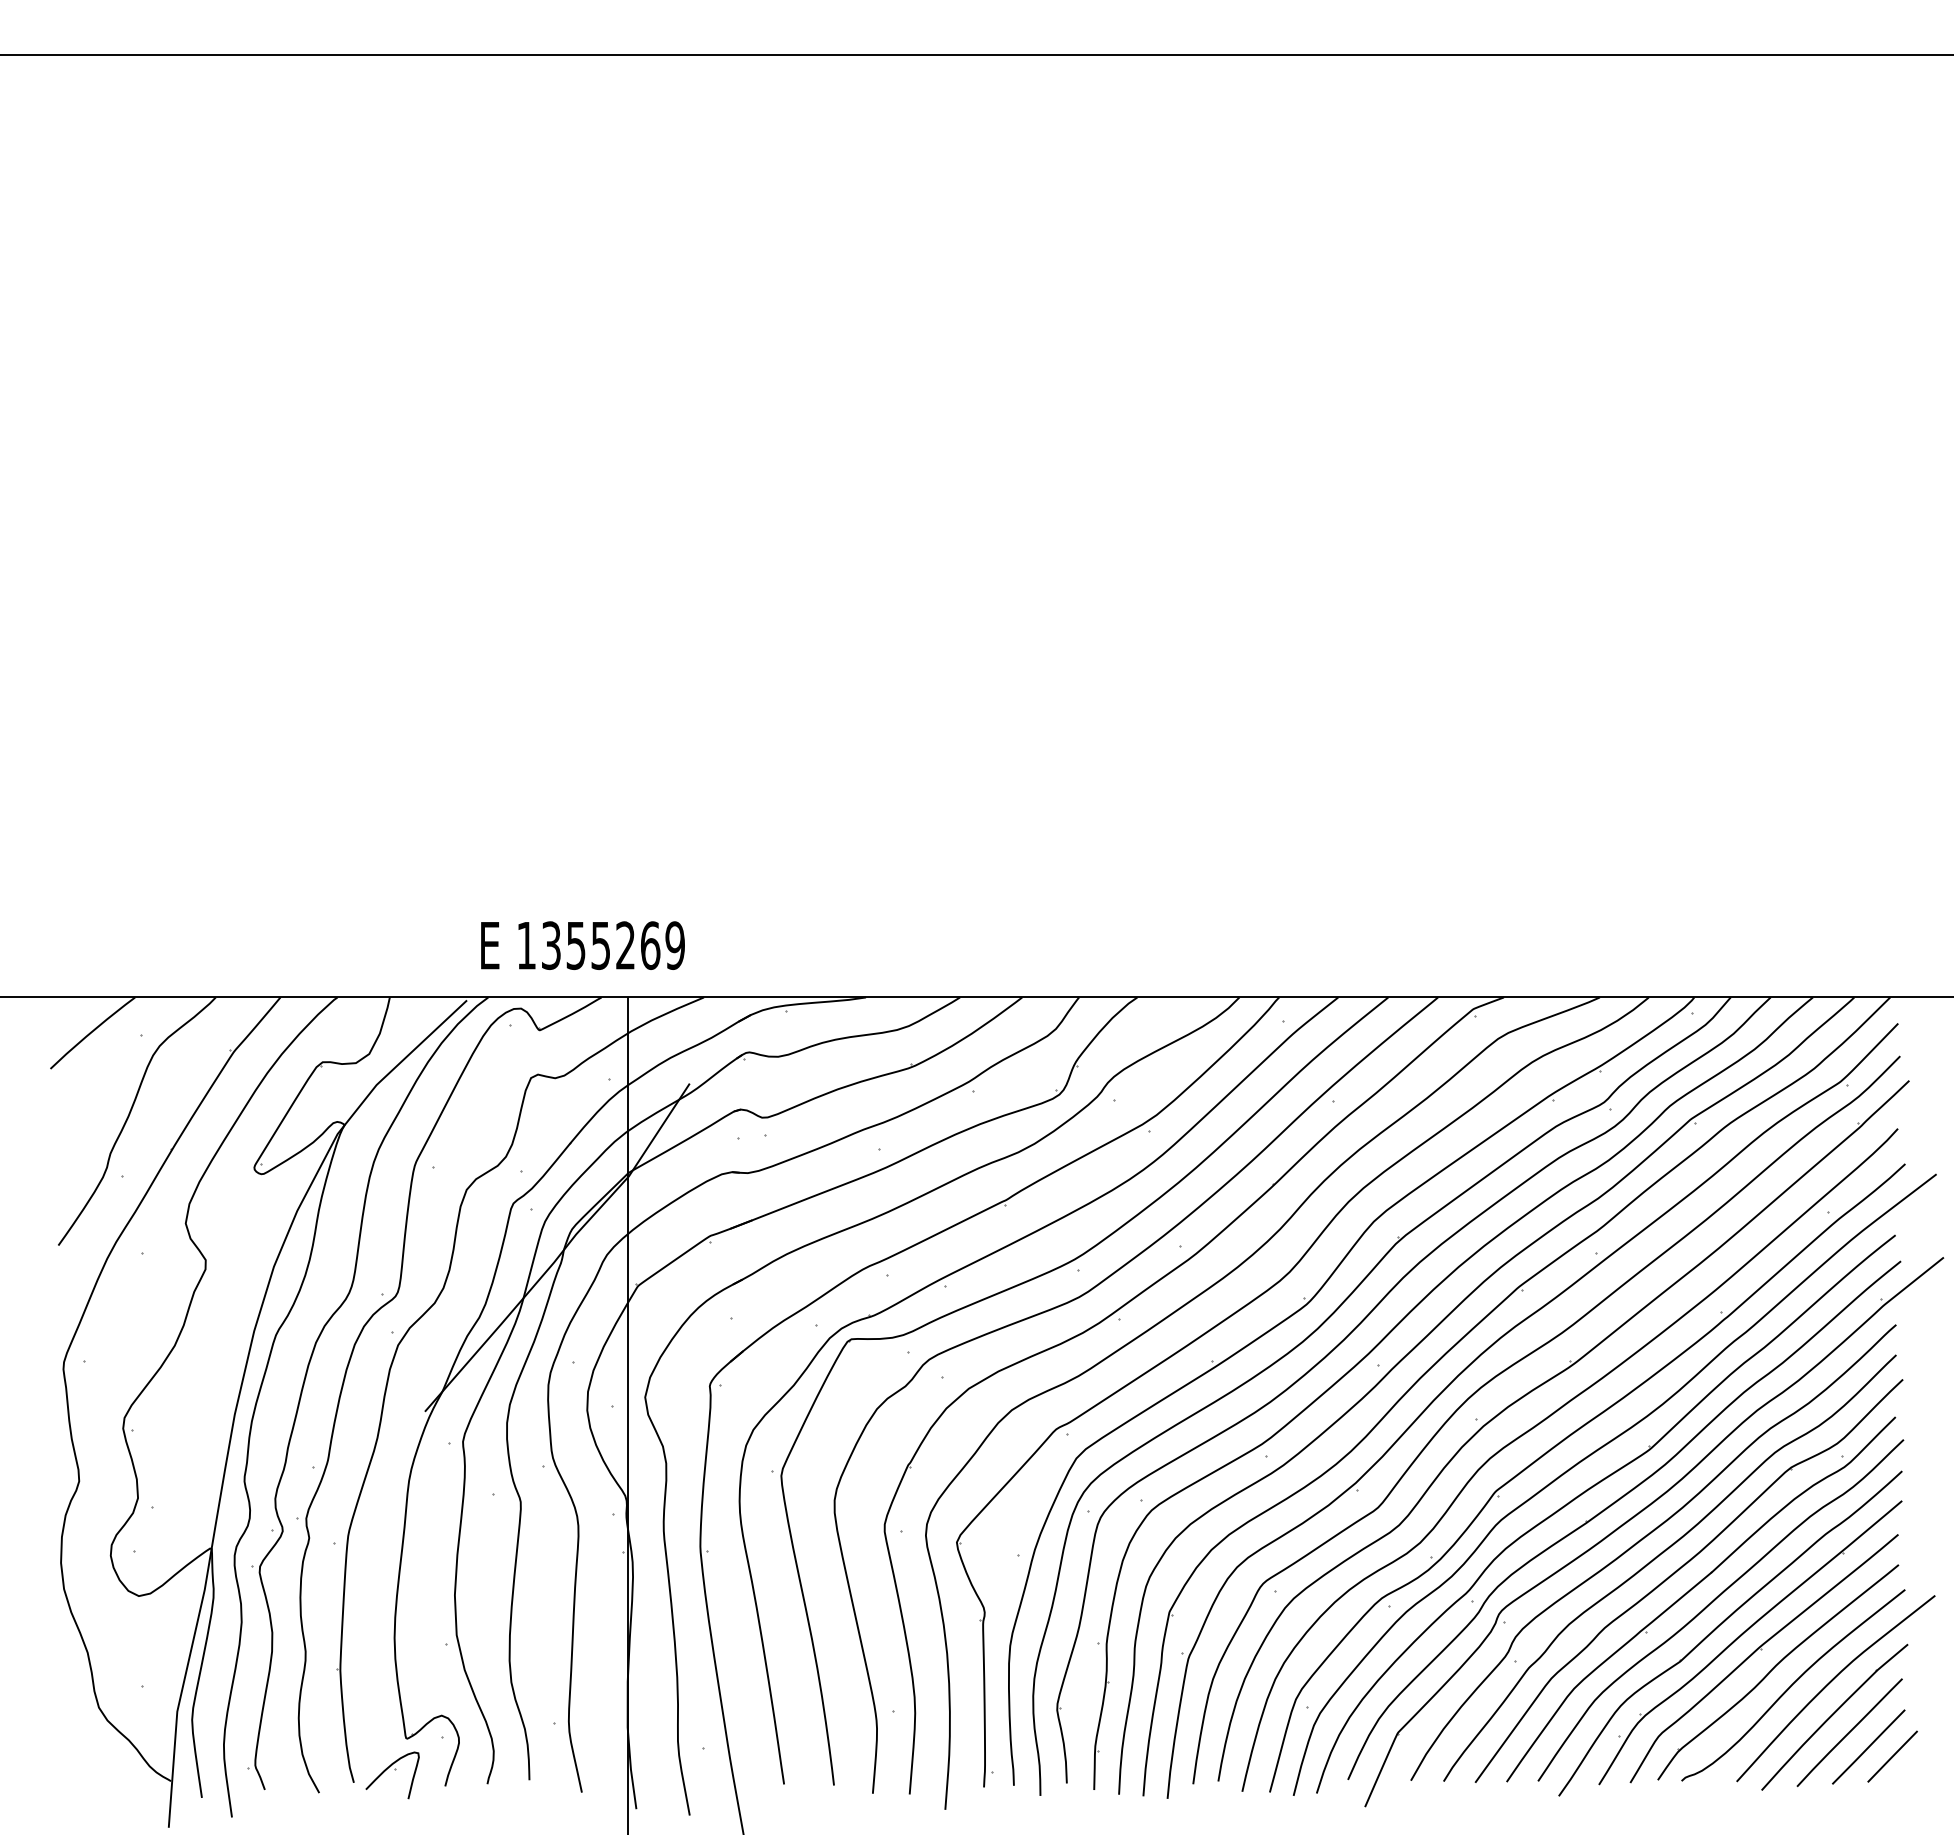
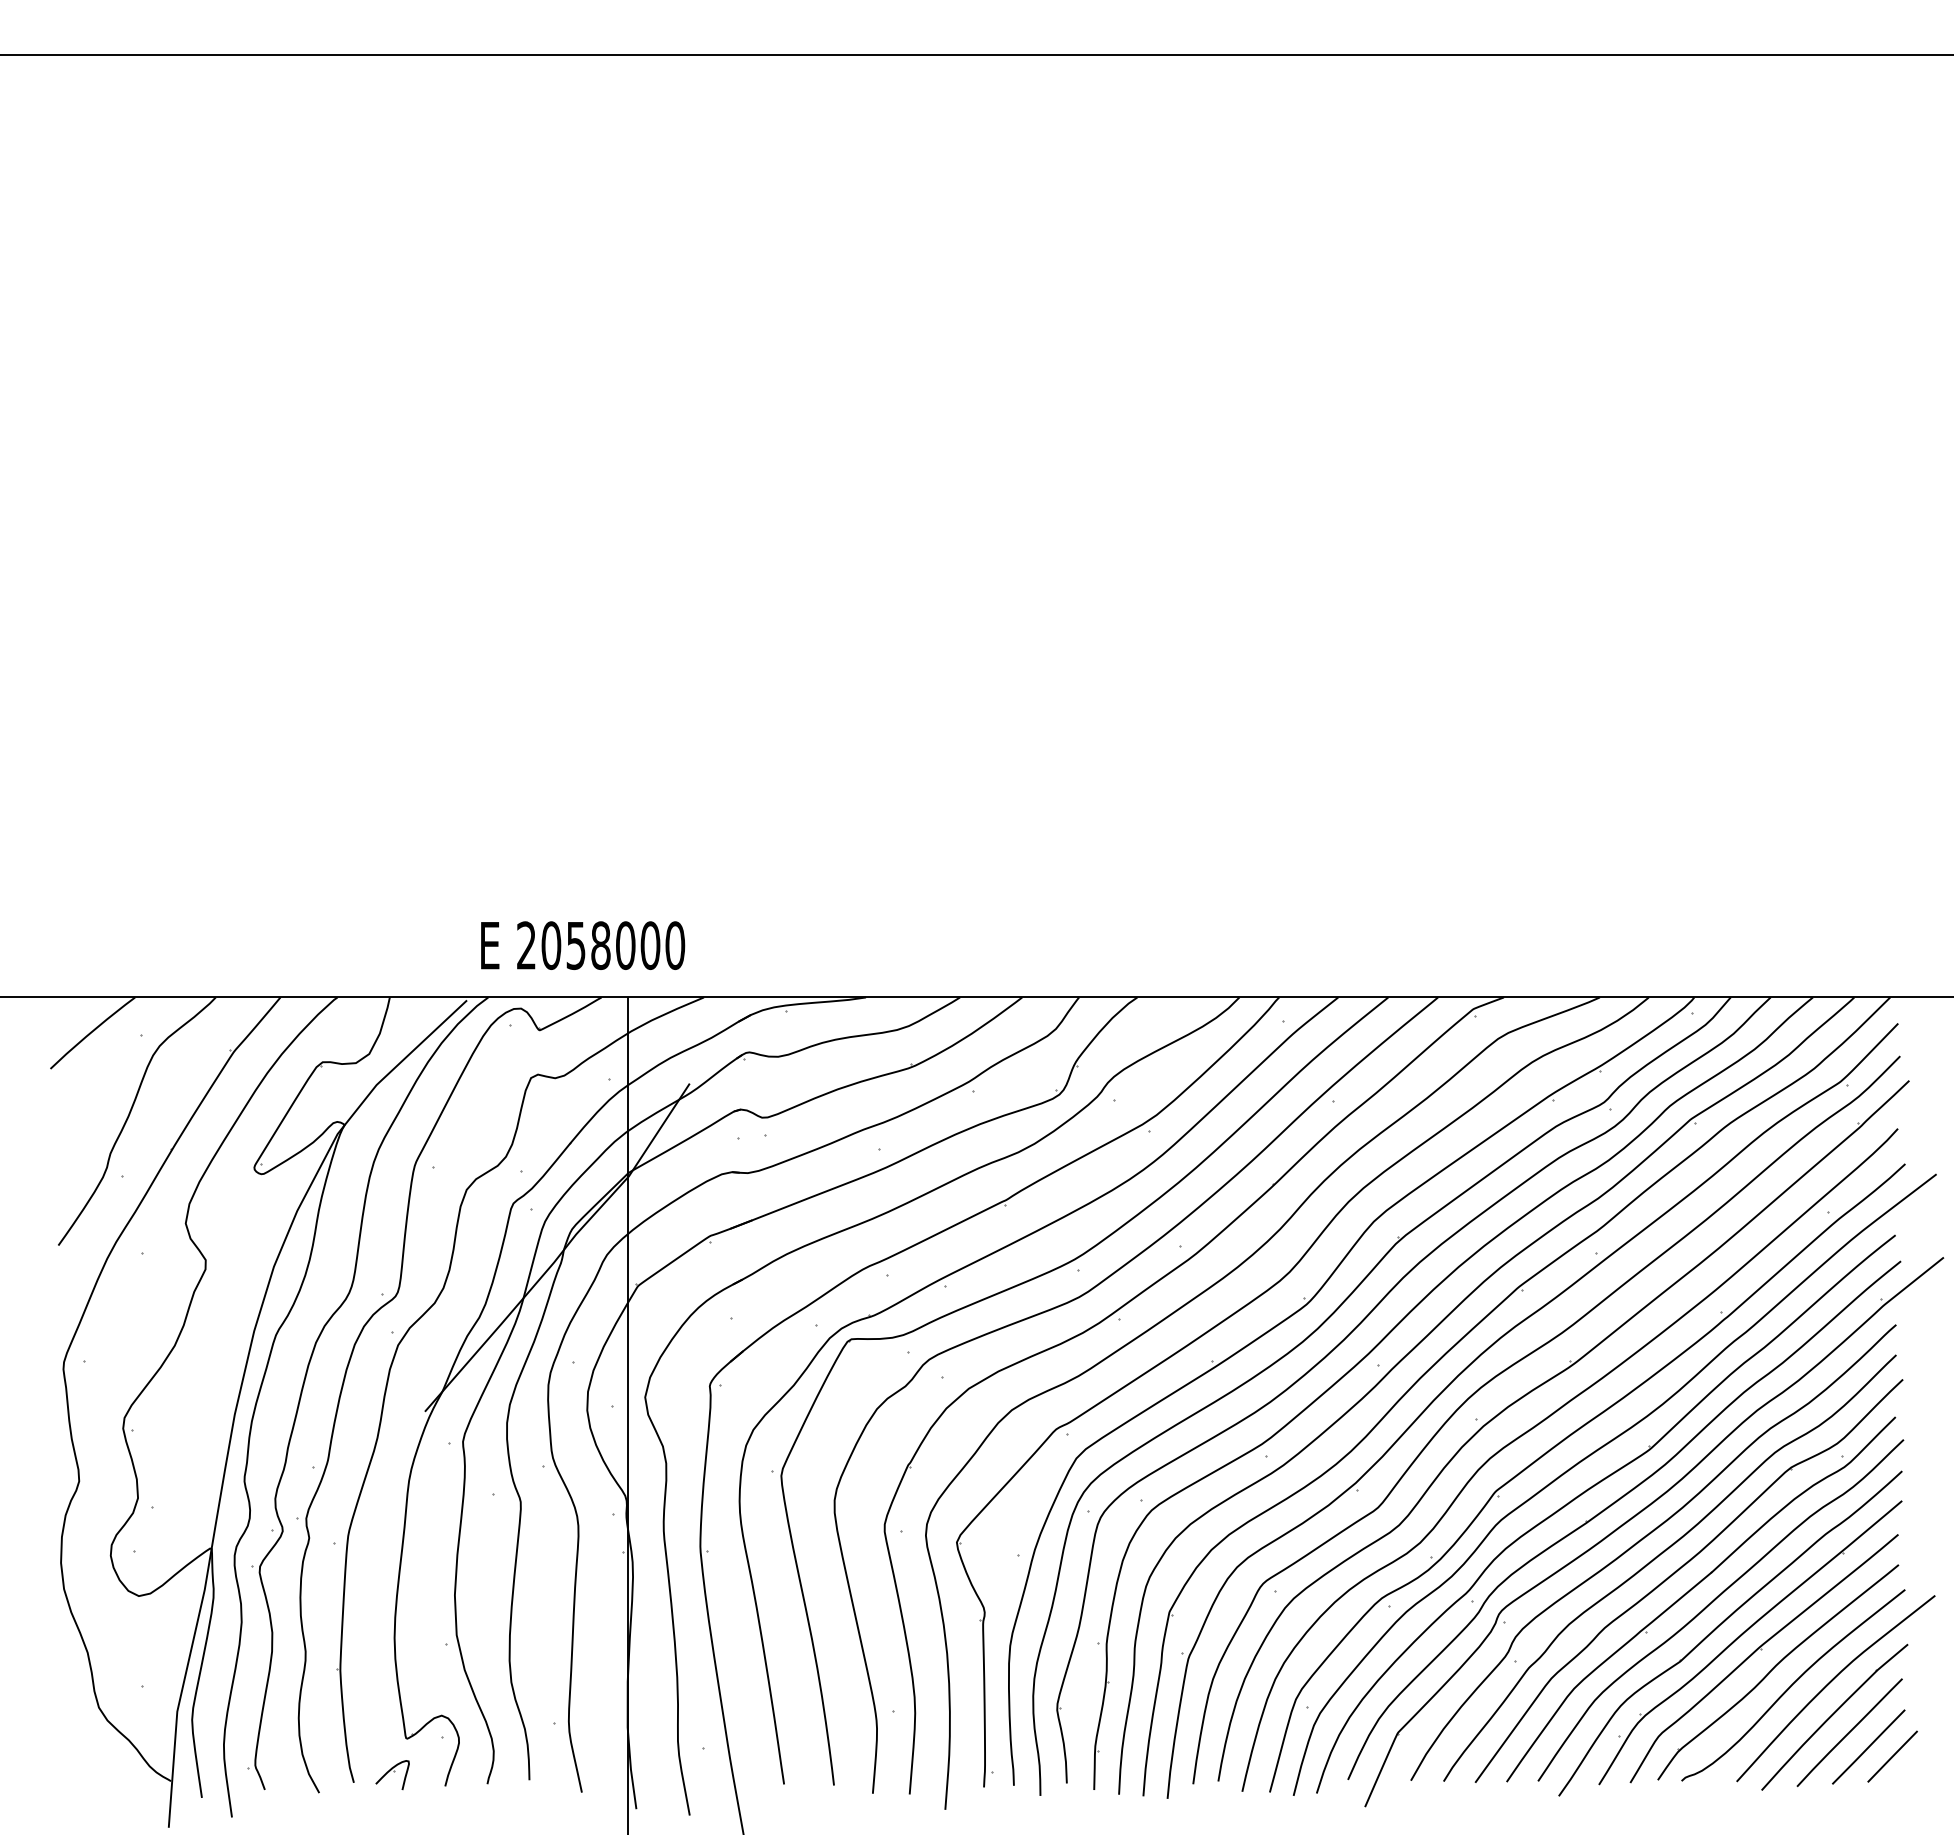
text at (601, 945): 1355269 -> 2058000
part at (392, 1775) size: 55x49 px -> 35x30 px
